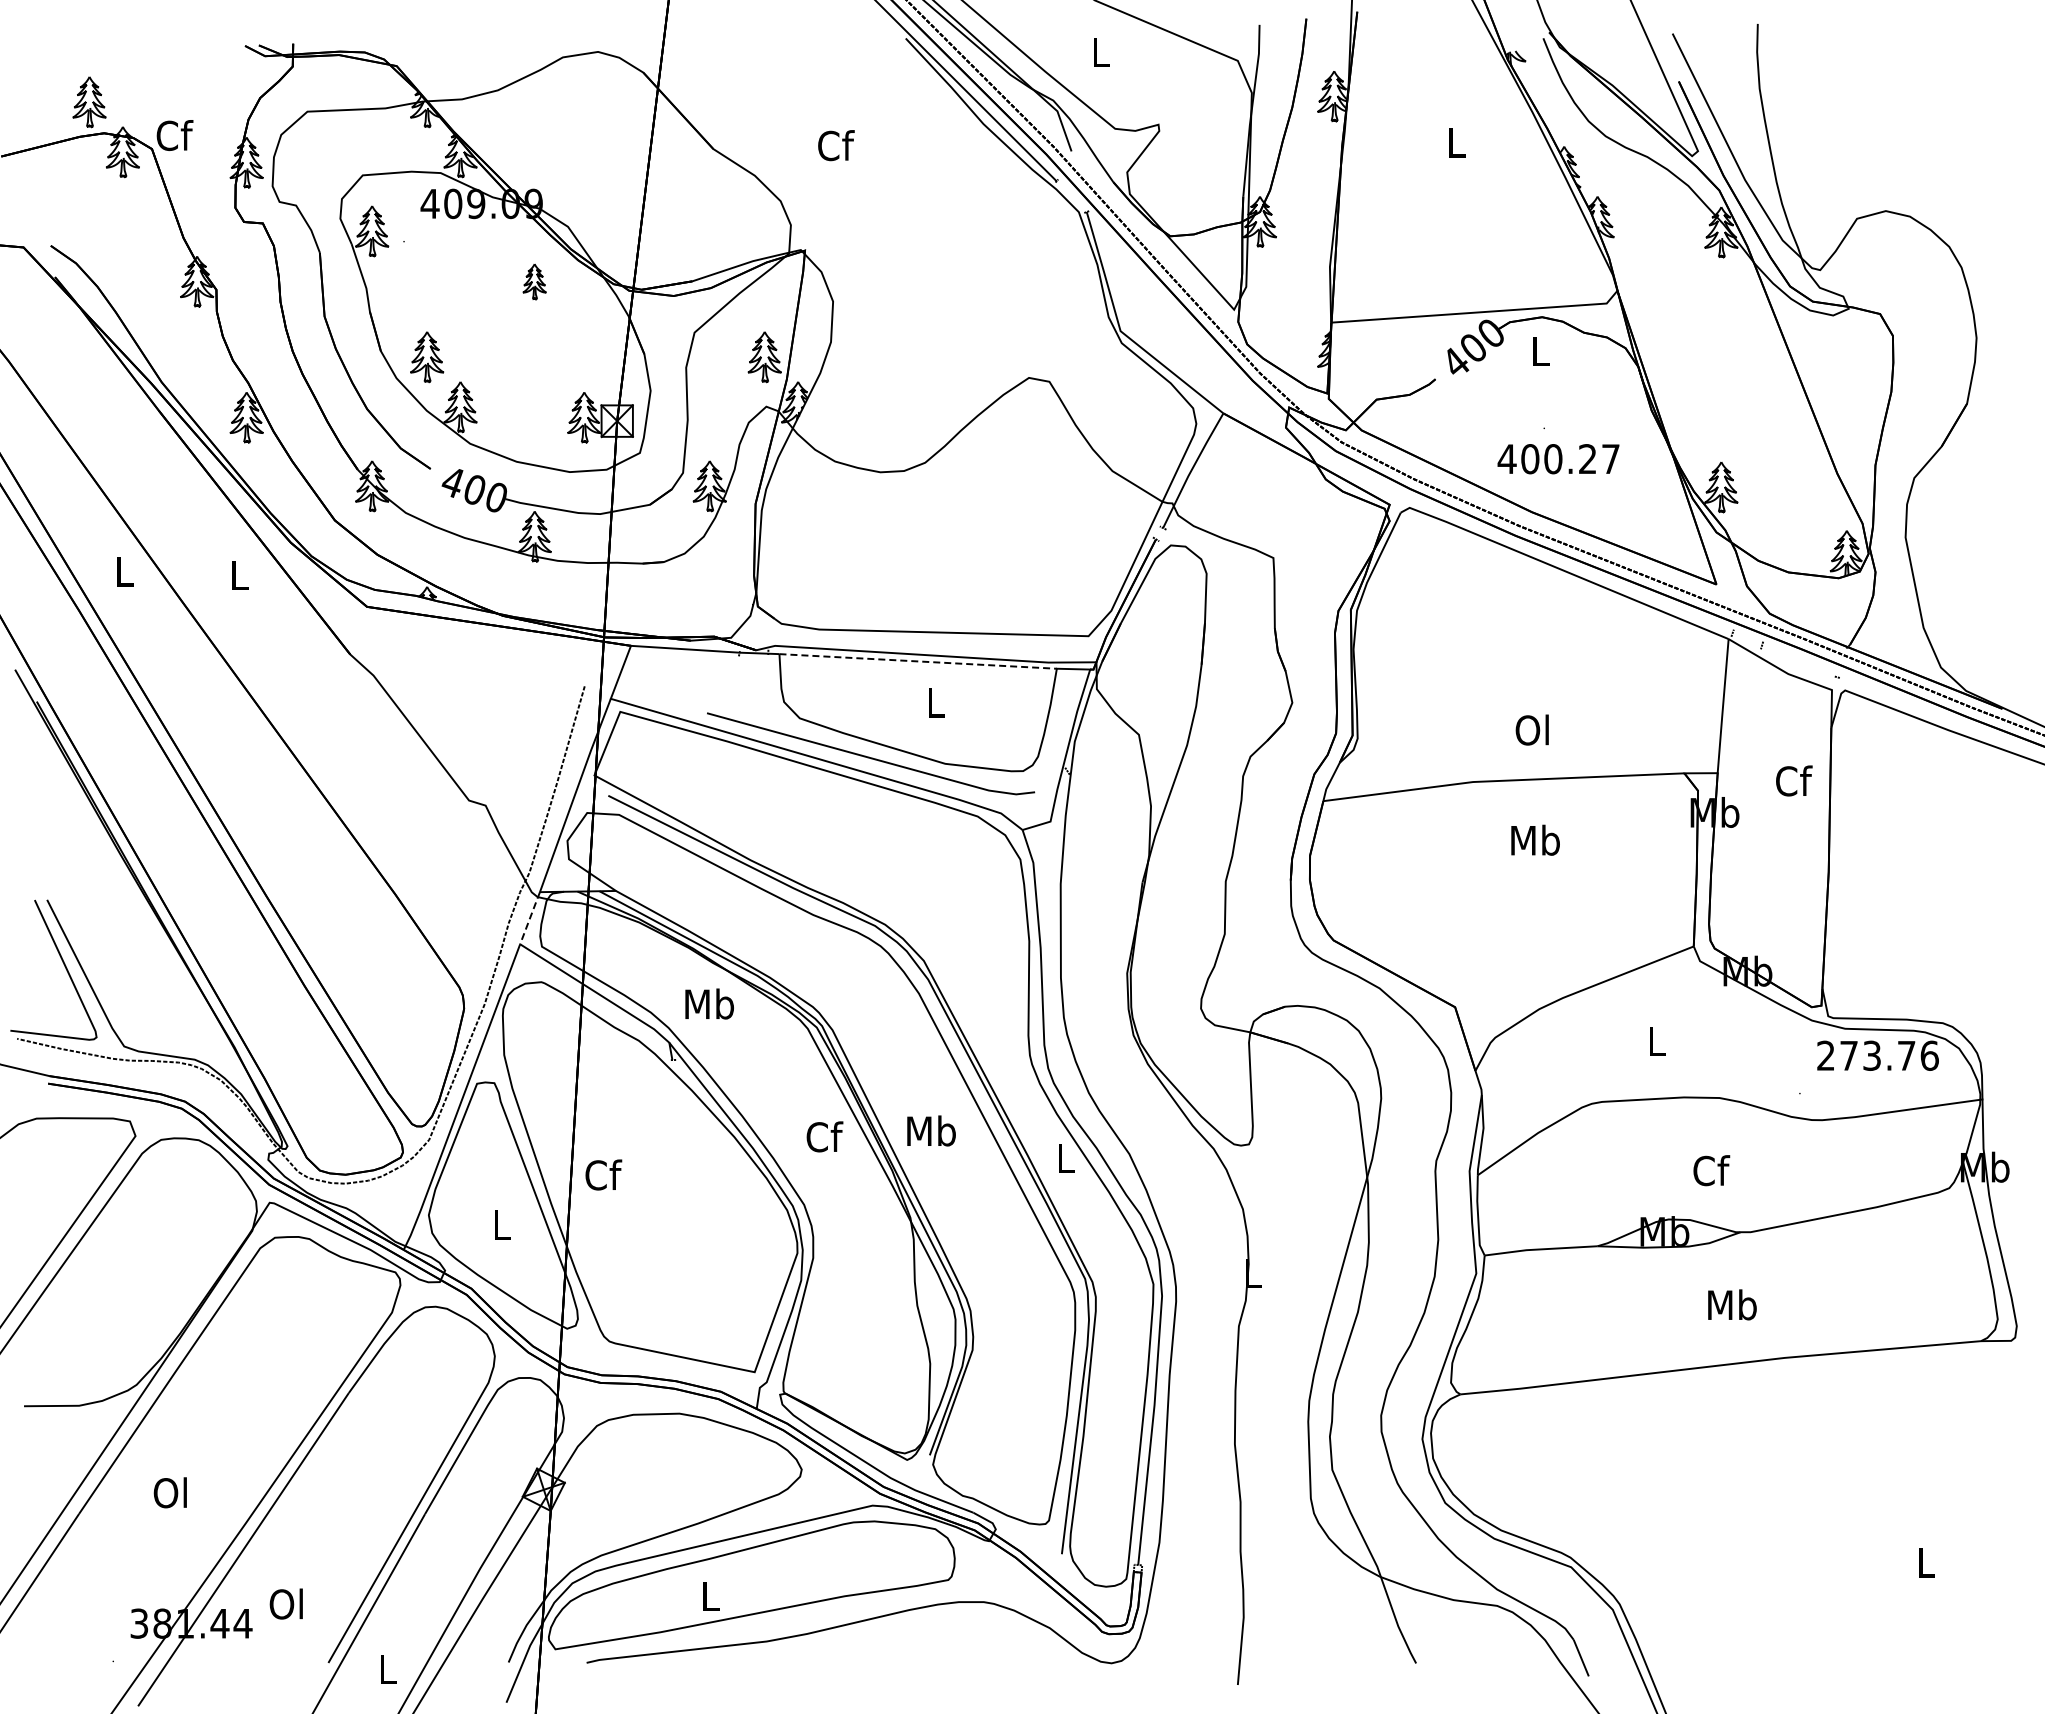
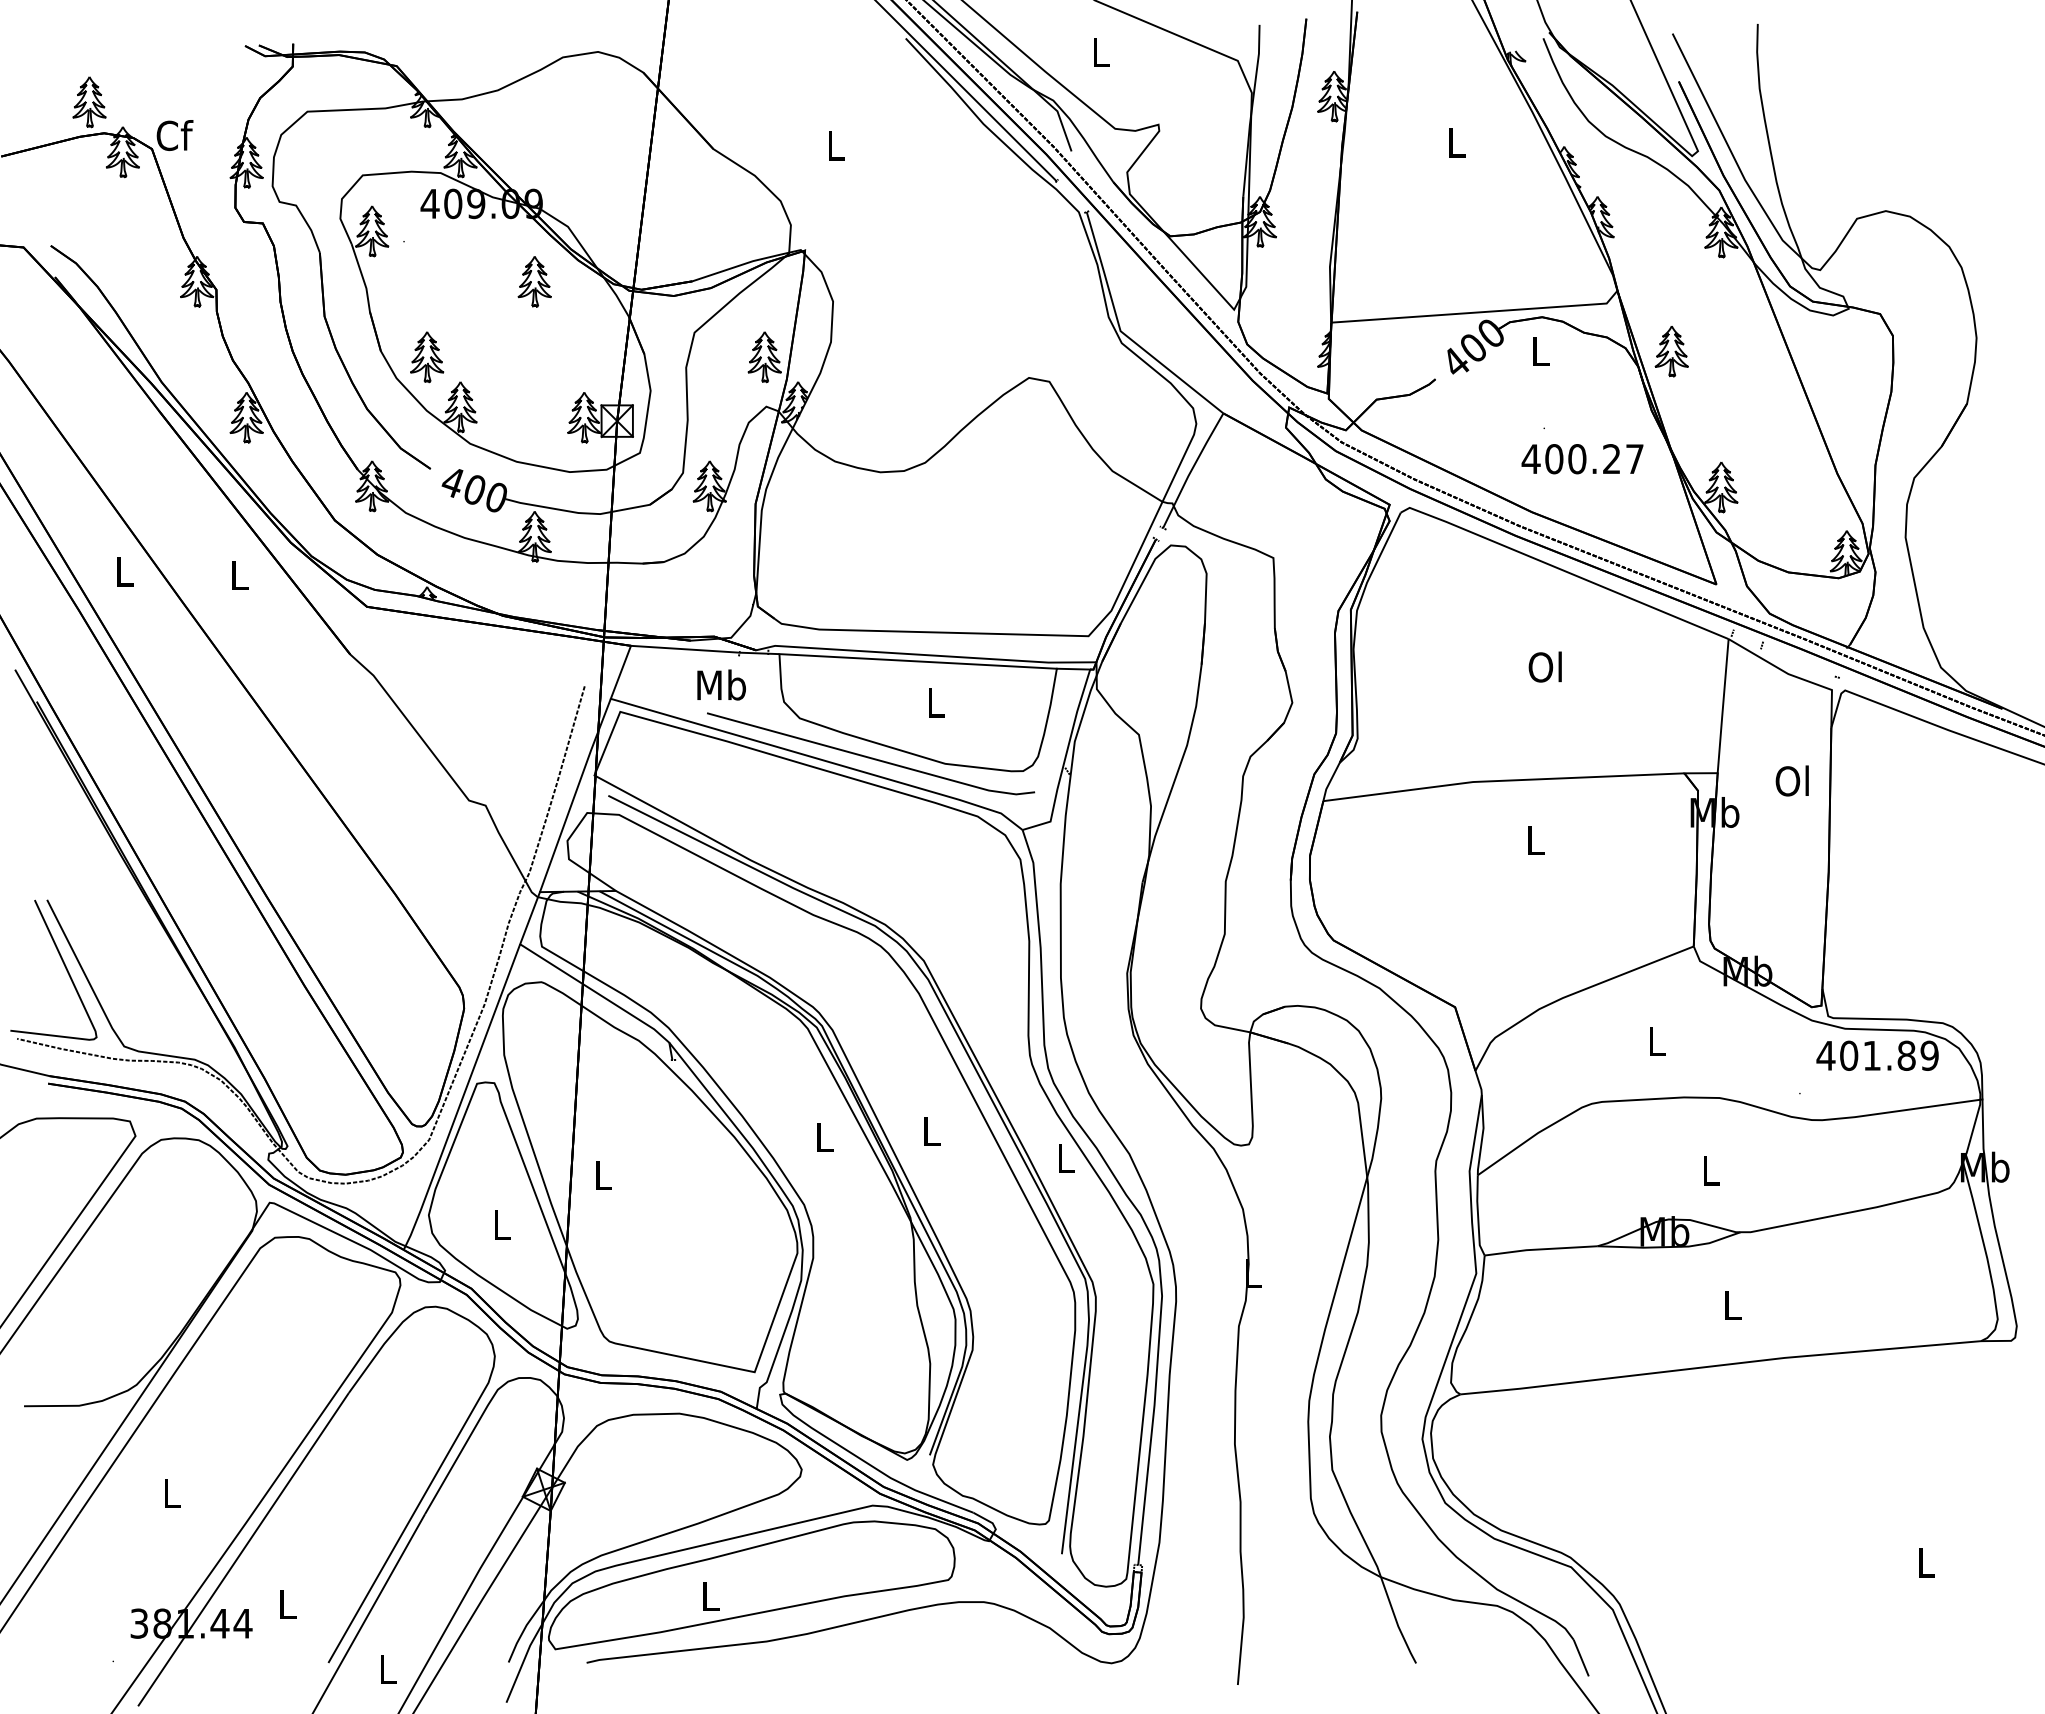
text at (836, 145): Cf -> L
part at (534, 281) size: 25x38 px -> 35x52 px
part at (1671, 351): none -> present
text at (1558, 459) position: (1558, 459) -> (1582, 459)
line at (918, 661): dashed -> solid
text at (1531, 729) position: (1531, 729) -> (1544, 666)
text at (1793, 780): Cf -> Ol
text at (1535, 839): Mb -> L
line at (530, 918): dashed -> solid
text at (709, 1003) position: (709, 1003) -> (721, 684)
text at (1877, 1055): 273.76 -> 401.89
text at (931, 1130): Mb -> L
text at (824, 1136): Cf -> L
text at (1711, 1170): Cf -> L
text at (603, 1174): Cf -> L
text at (1732, 1304): Mb -> L
text at (169, 1492): Ol -> L
text at (285, 1603): Ol -> L
